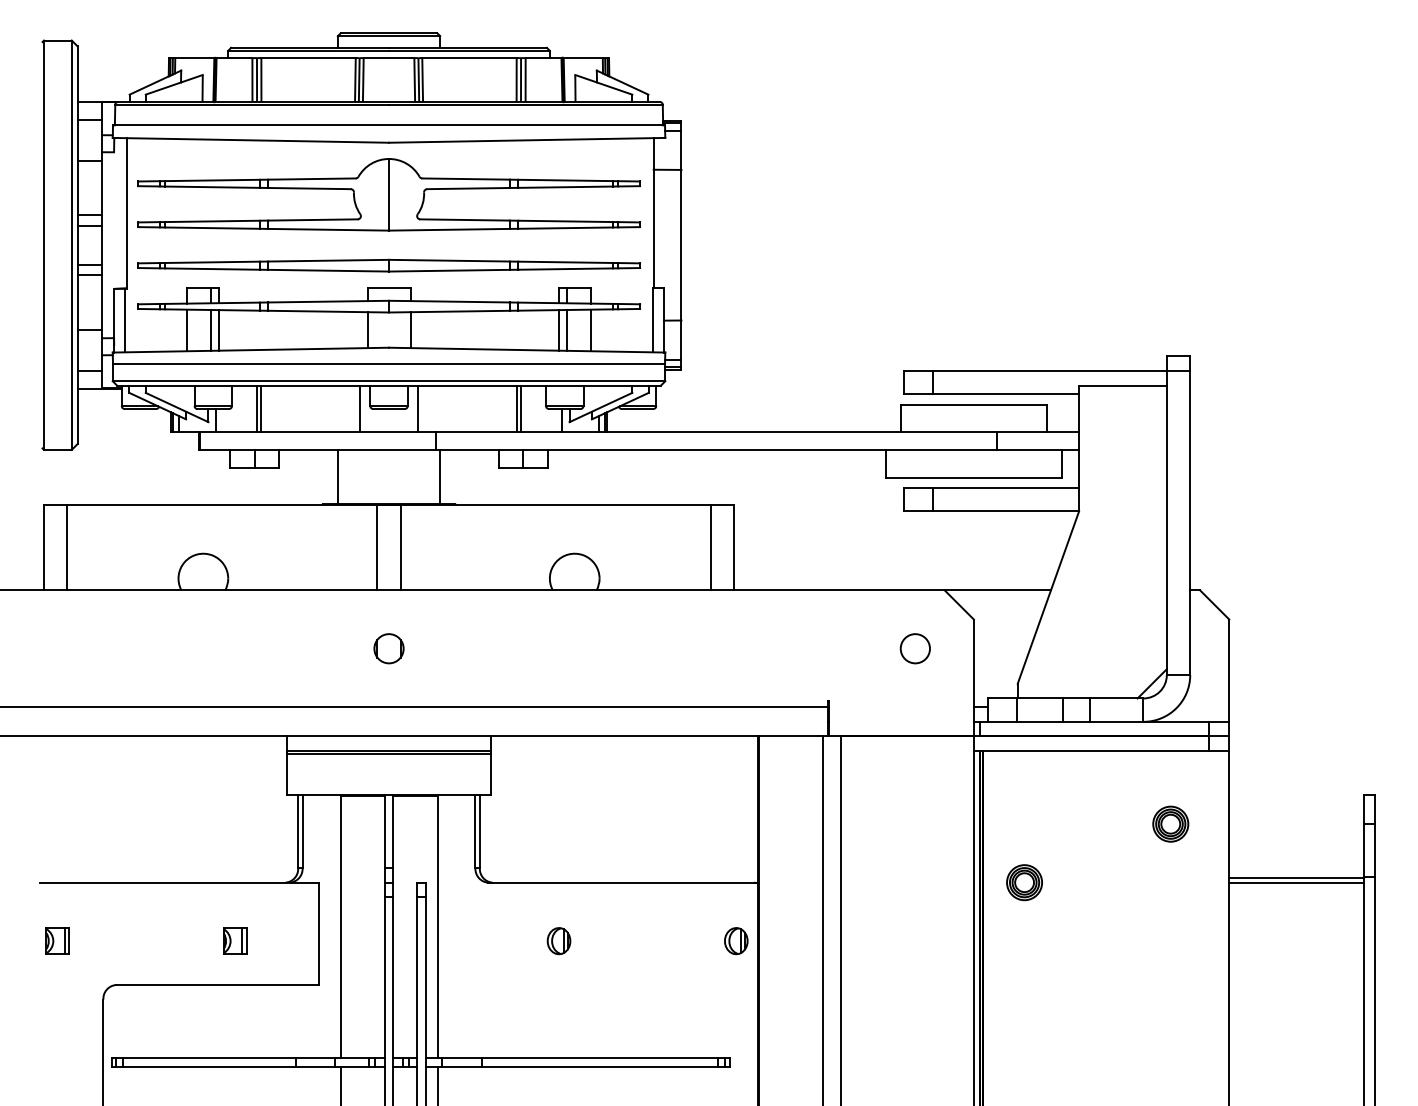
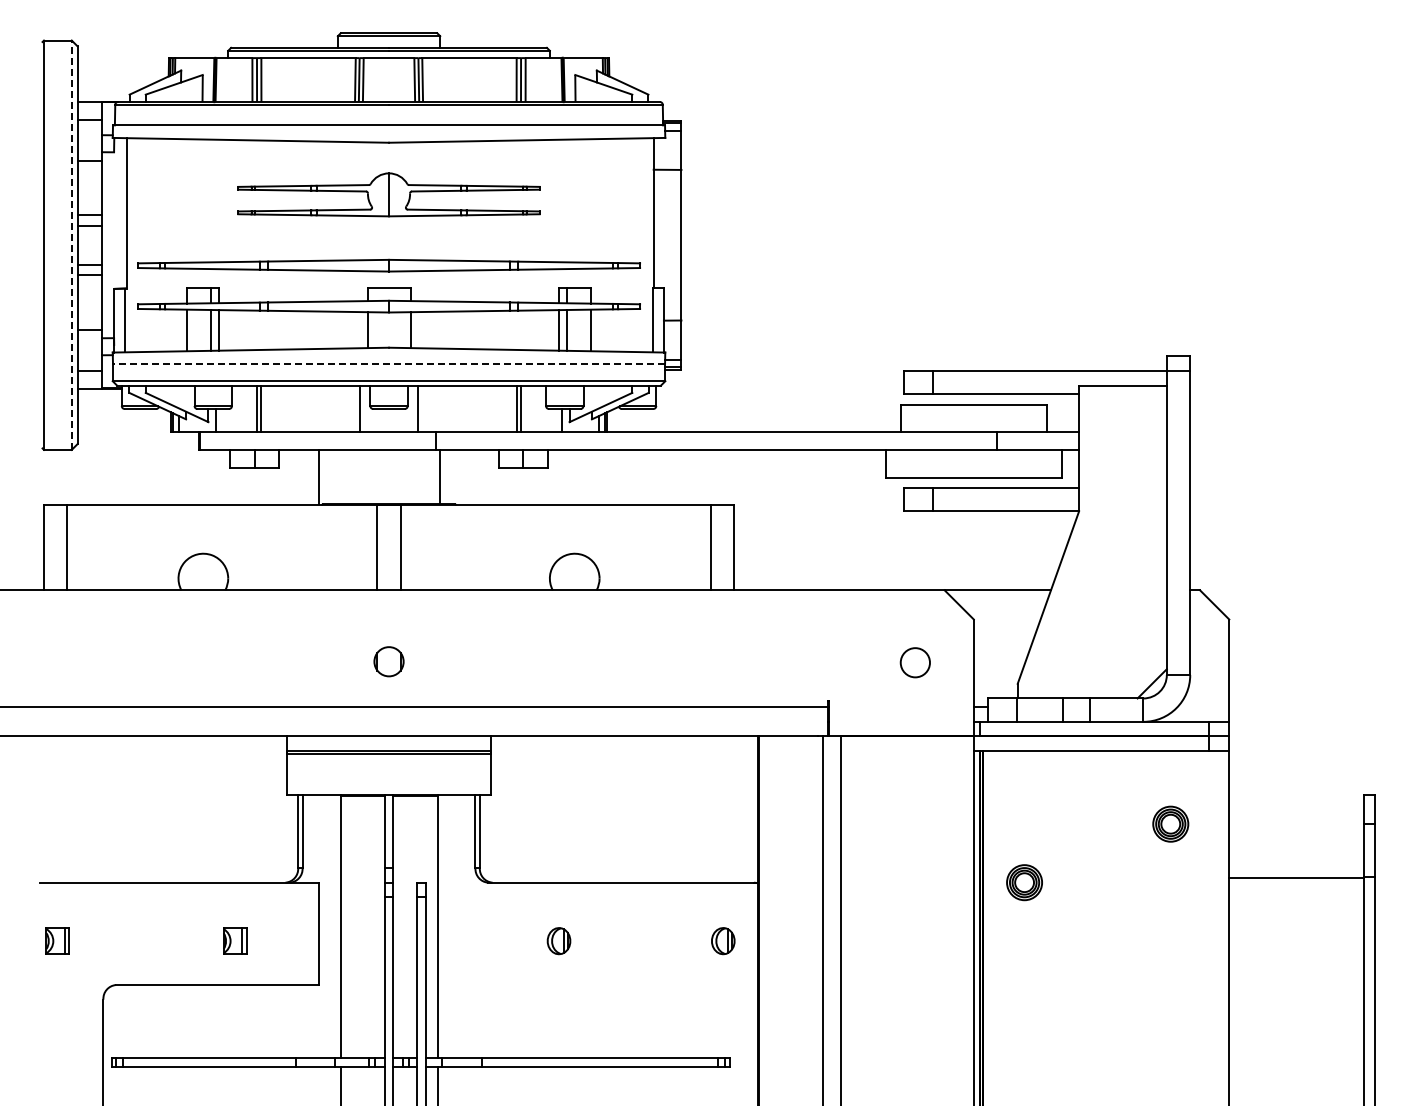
part at (388, 194) size: 504x74 px -> 304x46 px
line at (71, 245): solid -> dashed
line at (388, 363): solid -> dashed
line at (337, 476) position: (337, 476) -> (318, 476)
part at (388, 648) position: (388, 648) -> (388, 661)
circle at (914, 648) position: (914, 648) -> (914, 662)
line at (1296, 882): present -> none
part at (736, 941) position: (736, 941) -> (723, 941)
